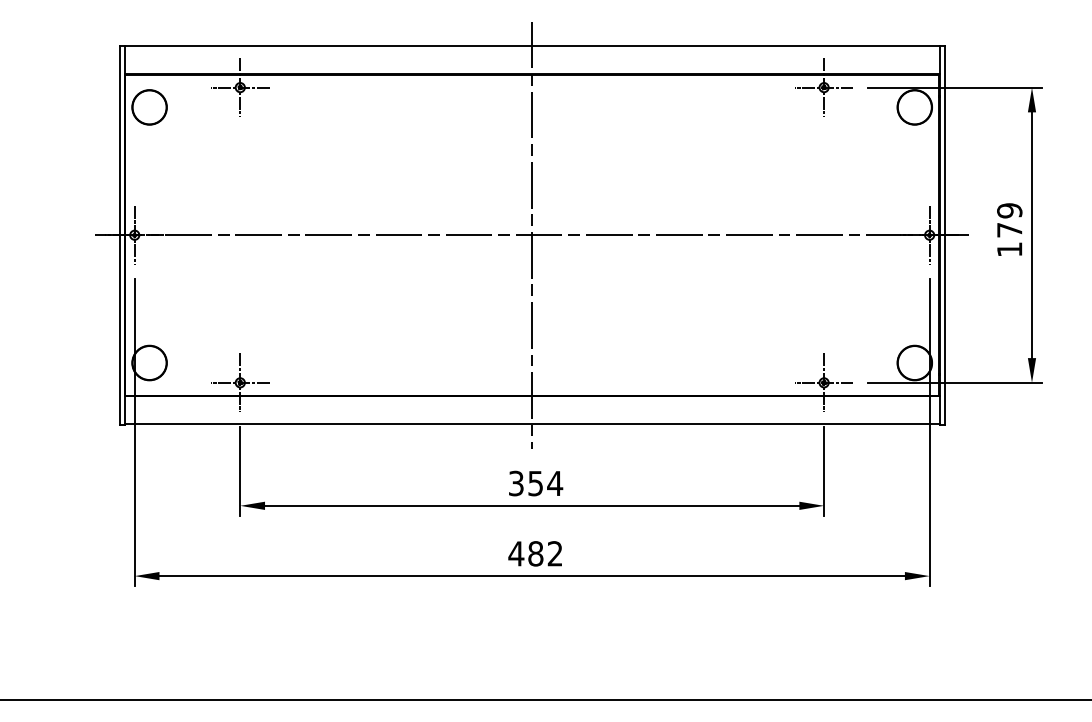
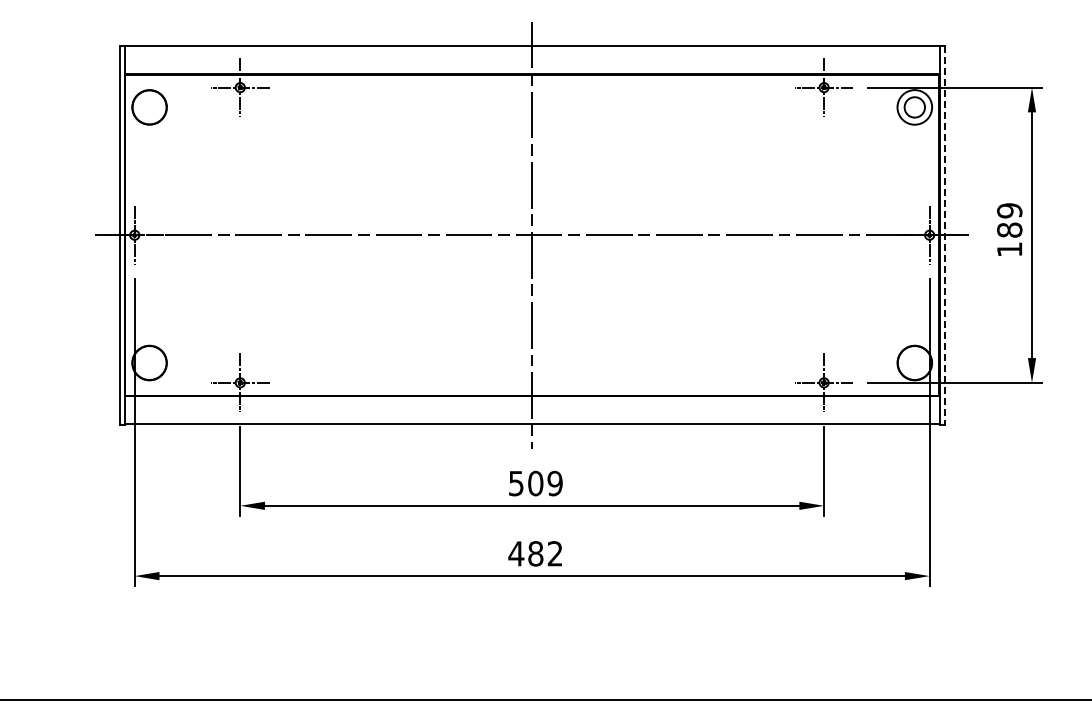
circle at (914, 107) diameter: 34 px -> 20 px
text at (1009, 229): 179 -> 189
line at (944, 235): solid -> dashed
text at (536, 483): 354 -> 509
